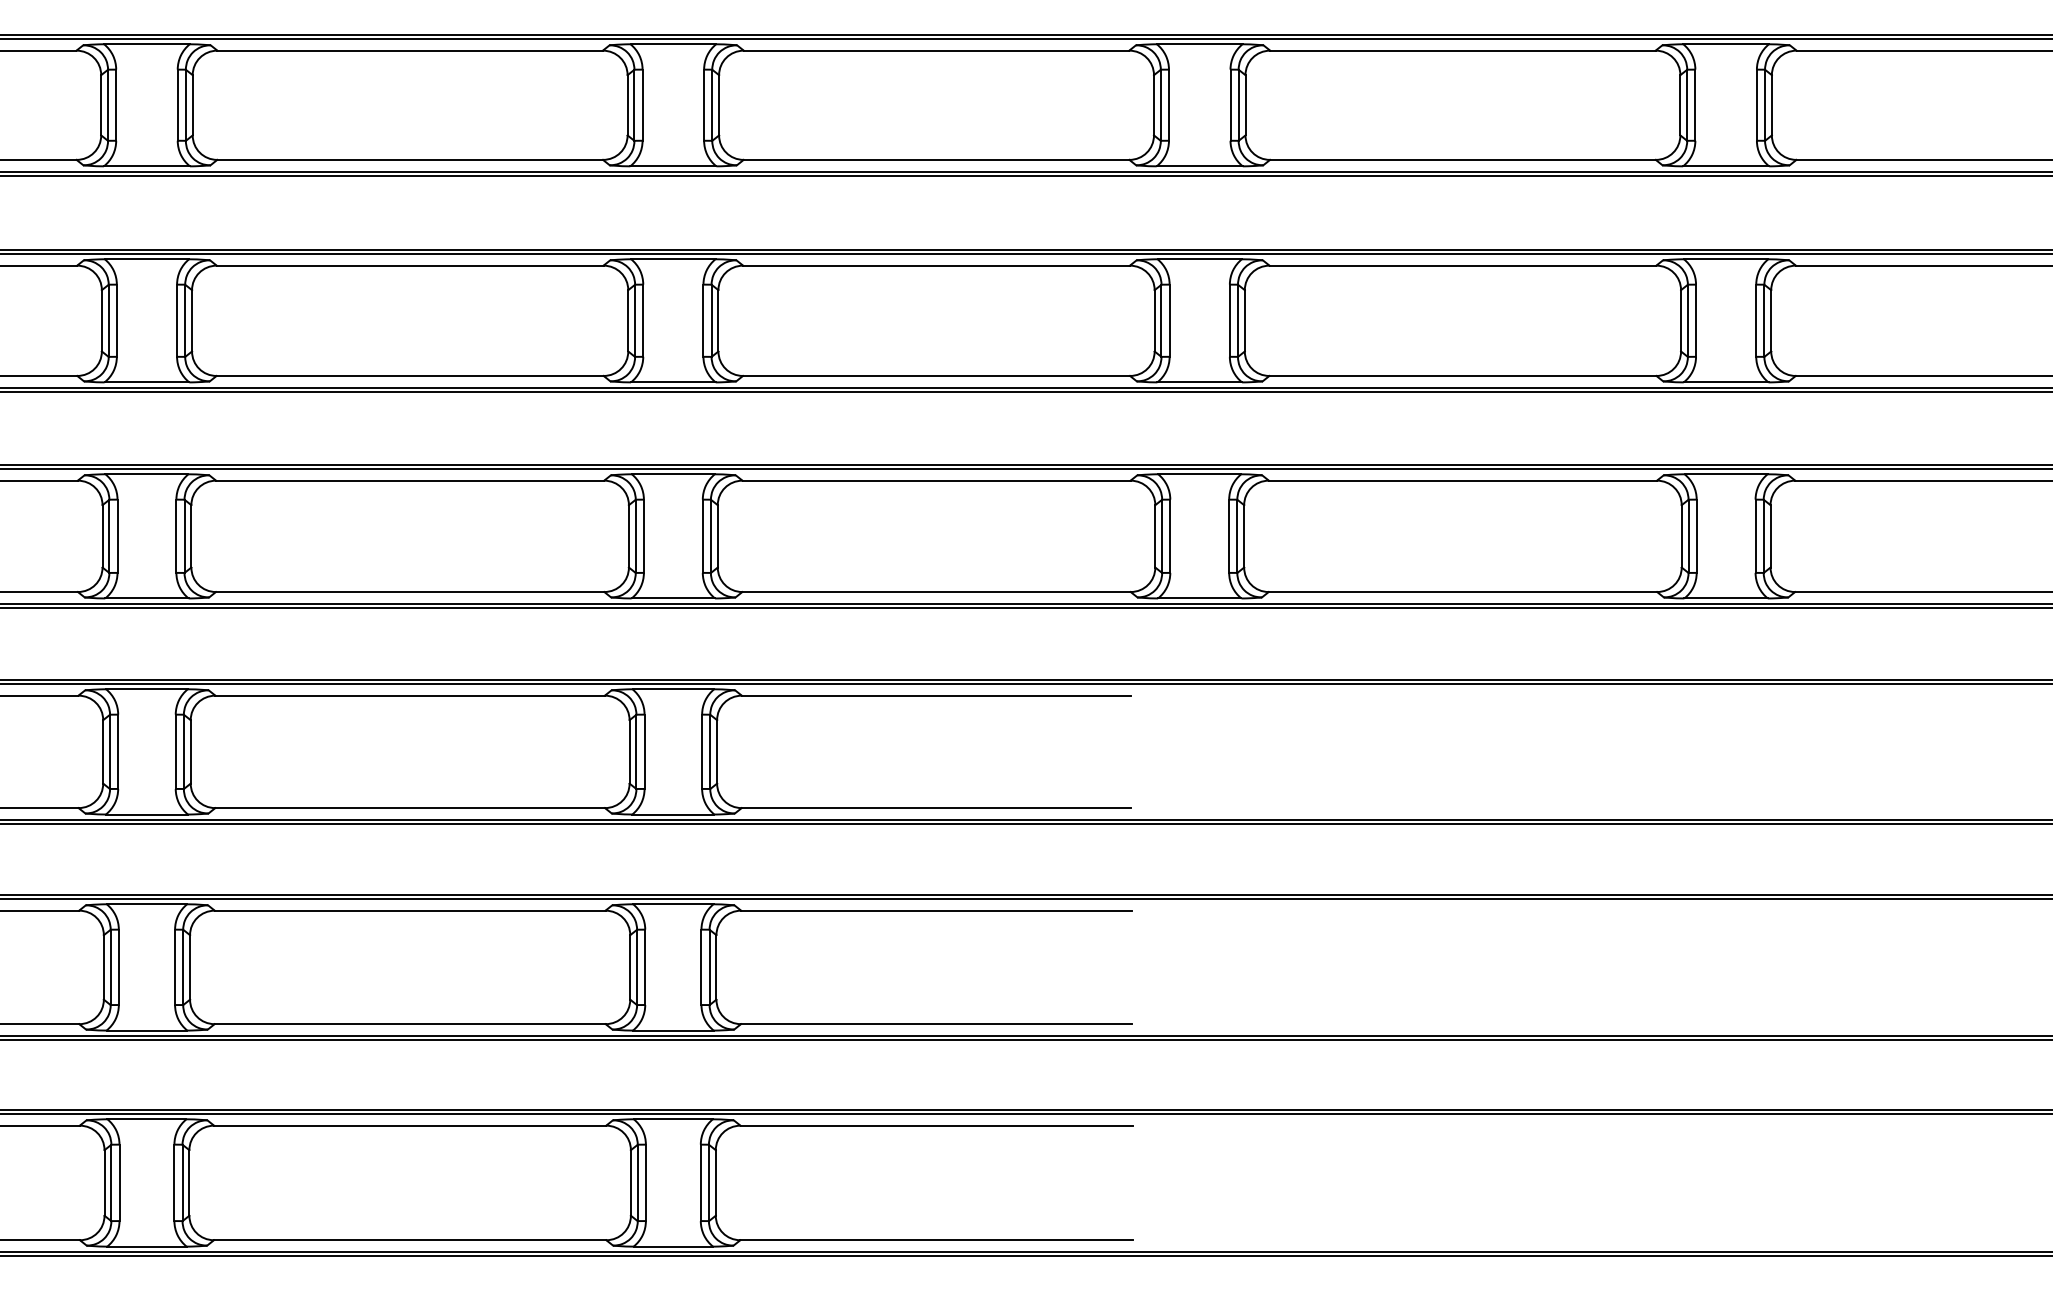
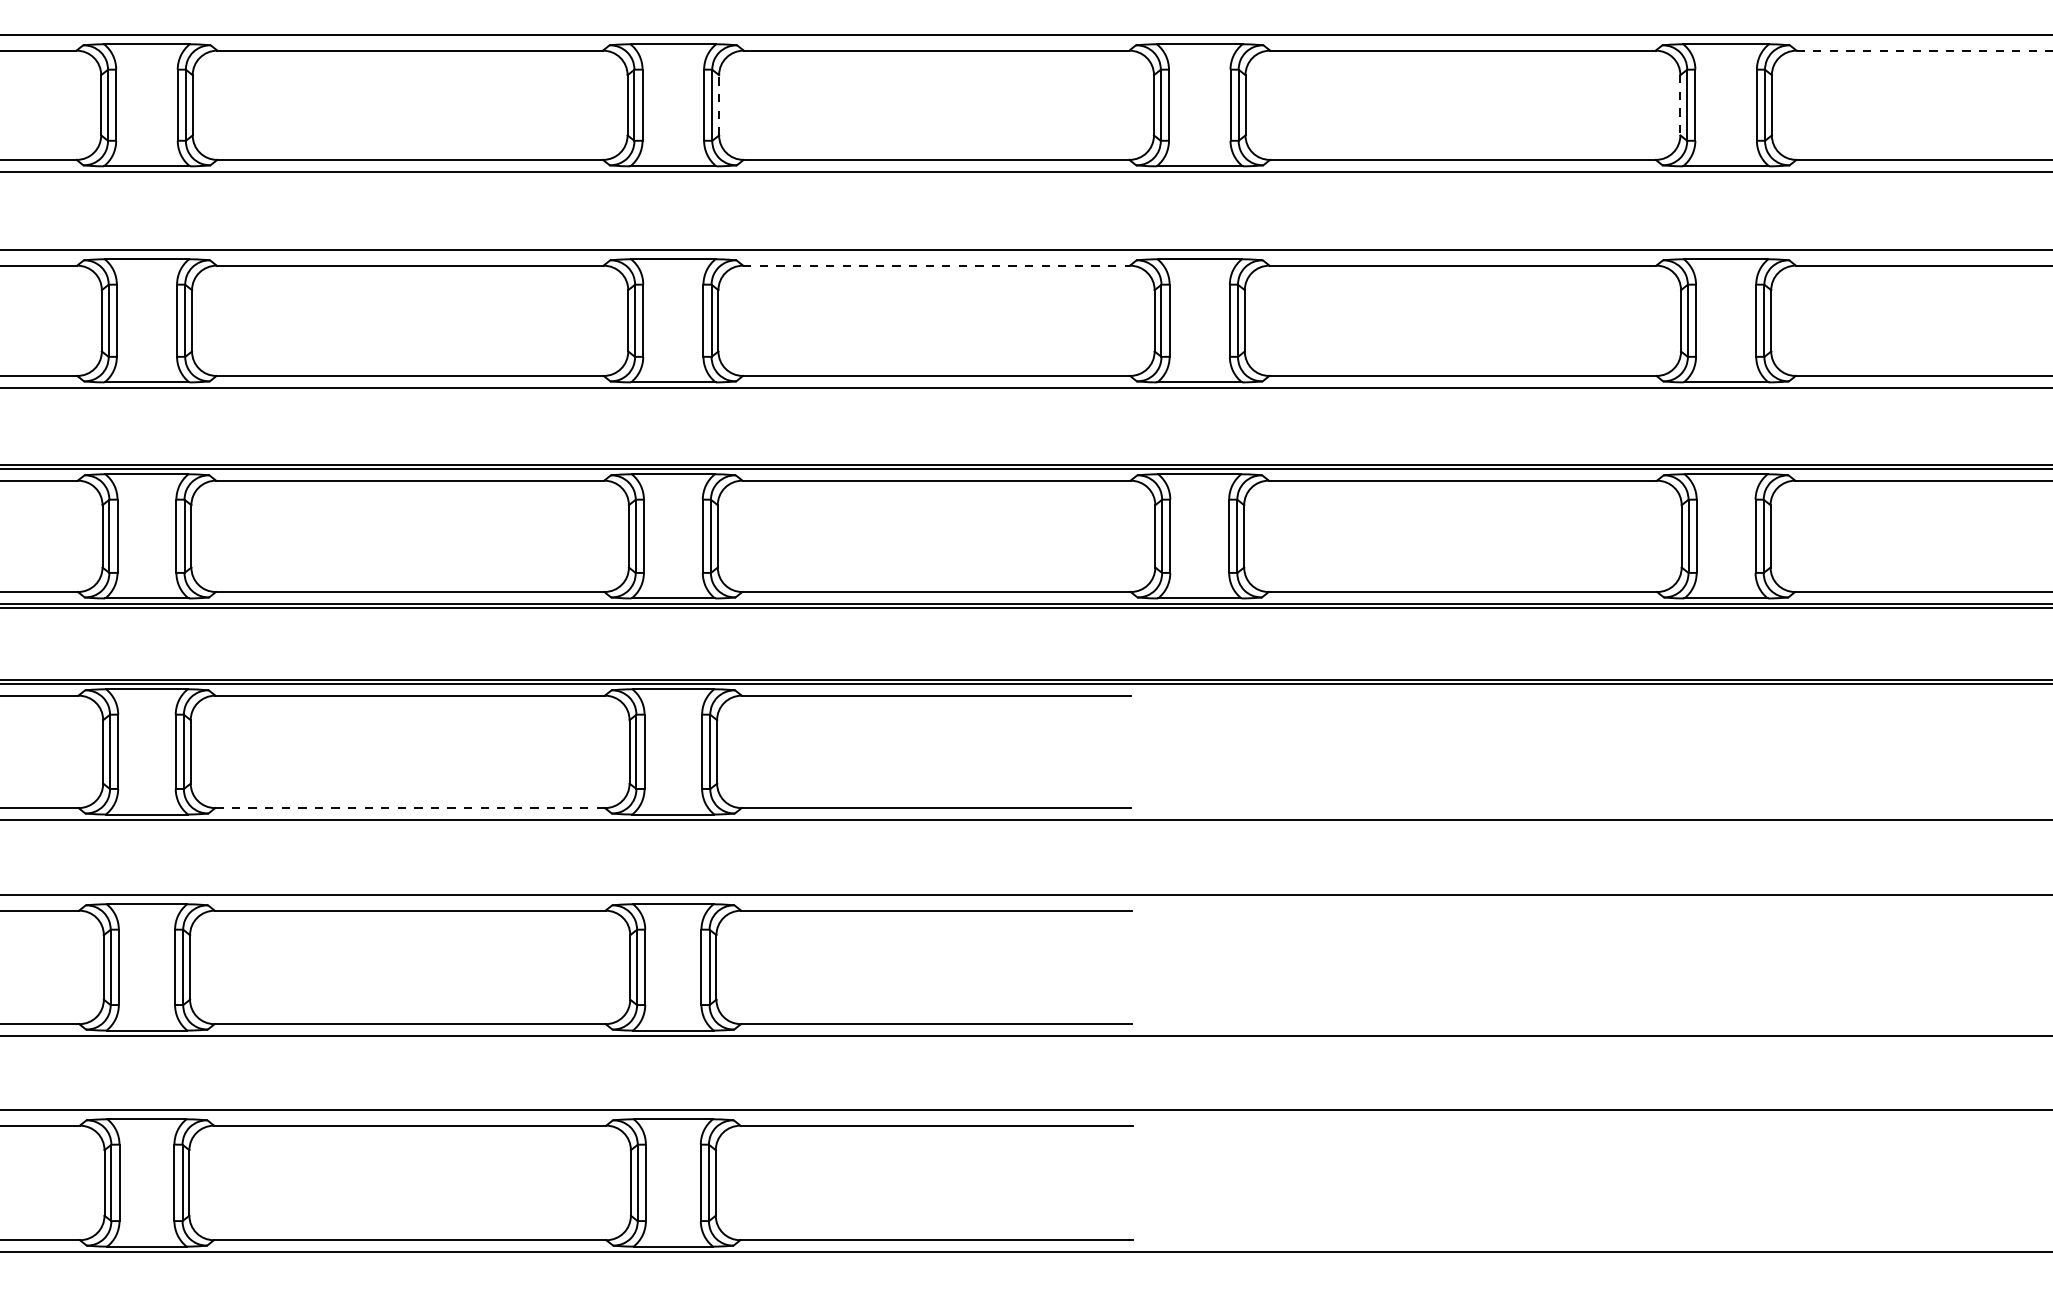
line at (1025, 38): present -> none
line at (1924, 50): solid -> dashed
line at (719, 104): solid -> dashed
line at (1680, 105): solid -> dashed
line at (1025, 175): present -> none
line at (1025, 253): present -> none
line at (937, 265): solid -> dashed
line at (1025, 391): present -> none
line at (410, 808): solid -> dashed
line at (1025, 823): present -> none
line at (1025, 898): present -> none
line at (1025, 1039): present -> none
line at (1025, 1113): present -> none
line at (1025, 1256): present -> none
